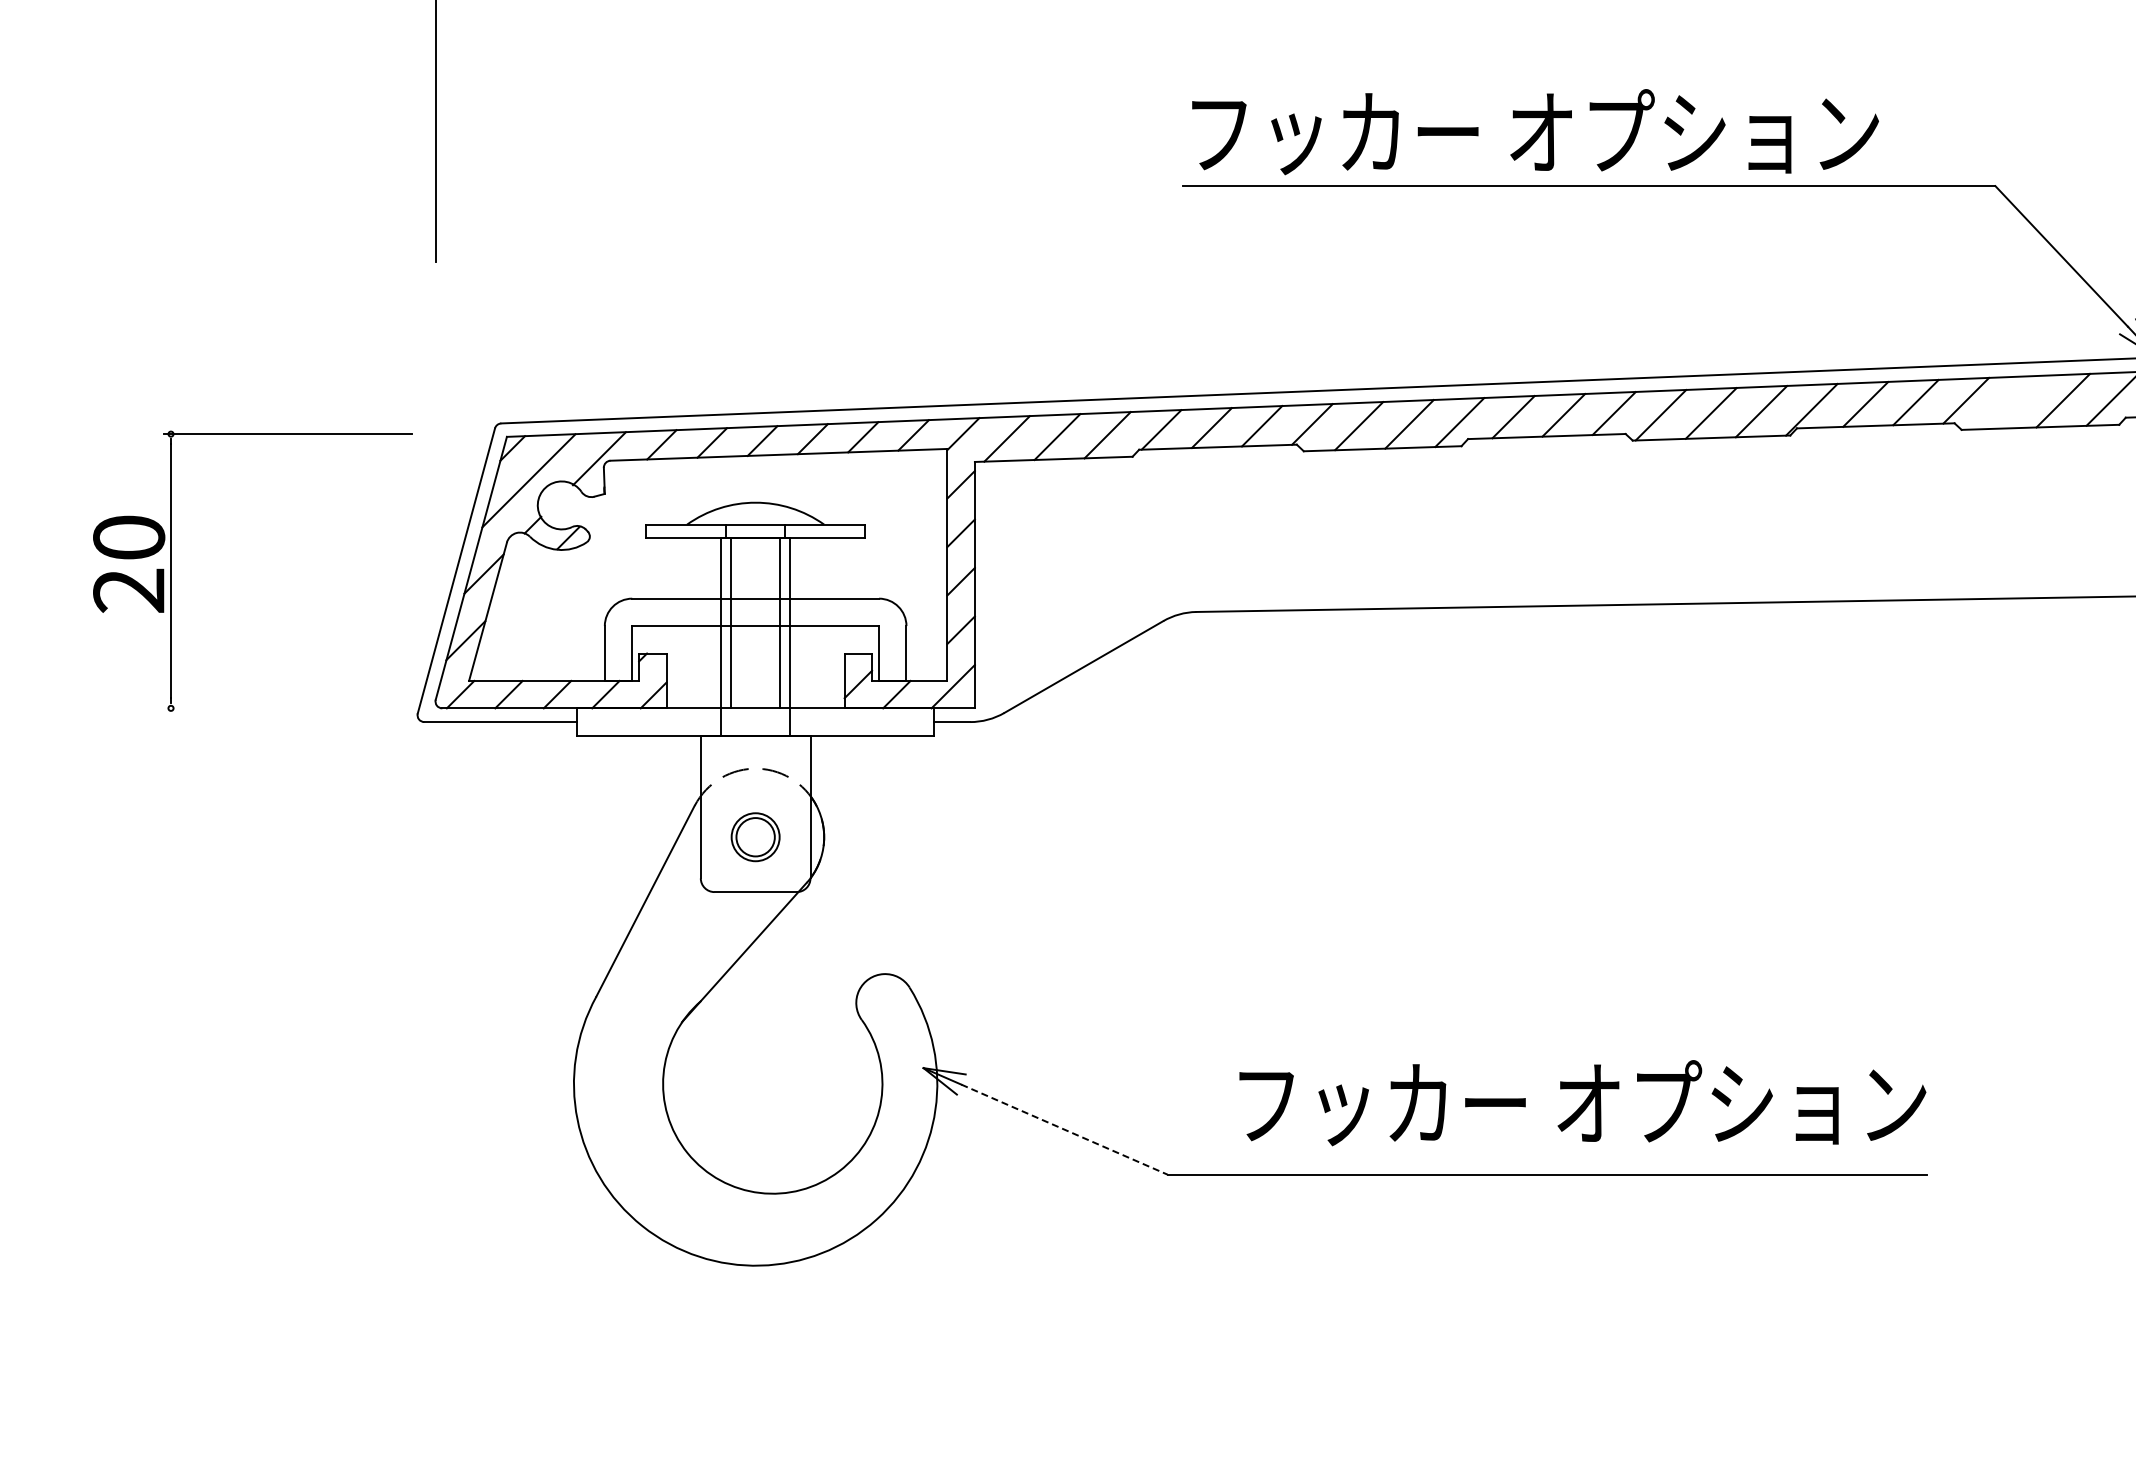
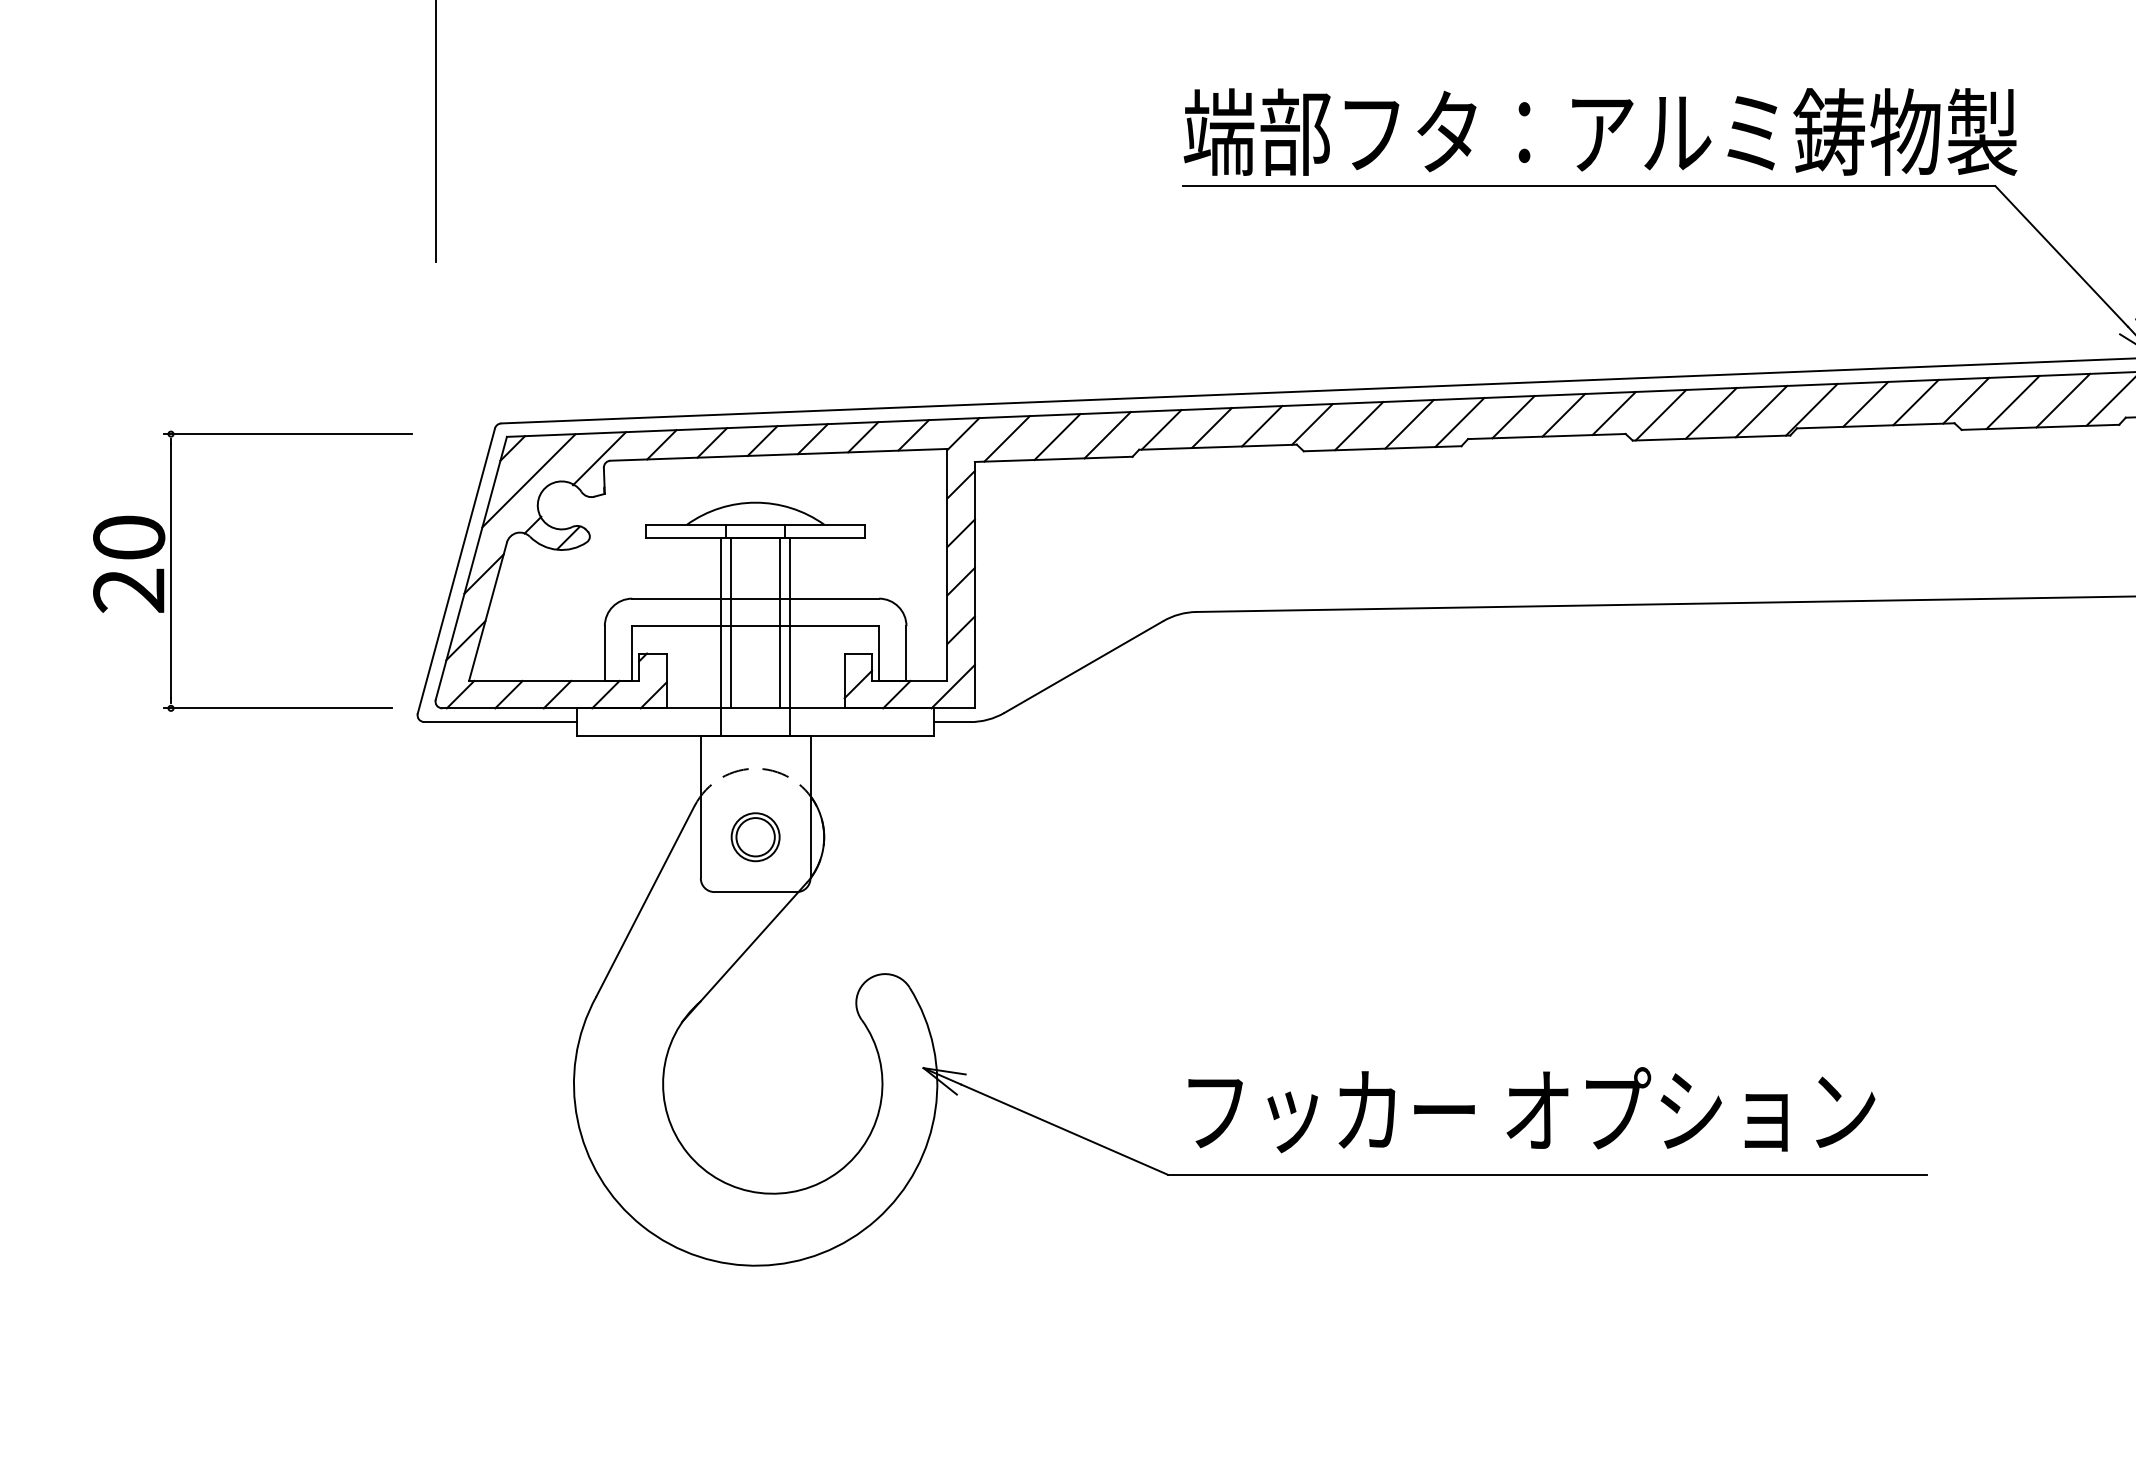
text at (1600, 131): フッカー オプション -> 端部フタ：アルミ鋳物製
line at (2012, 402): none -> present
line at (277, 708): none -> present
text at (1582, 1103) position: (1582, 1103) -> (1531, 1110)
line at (1064, 1129): dashed -> solid
